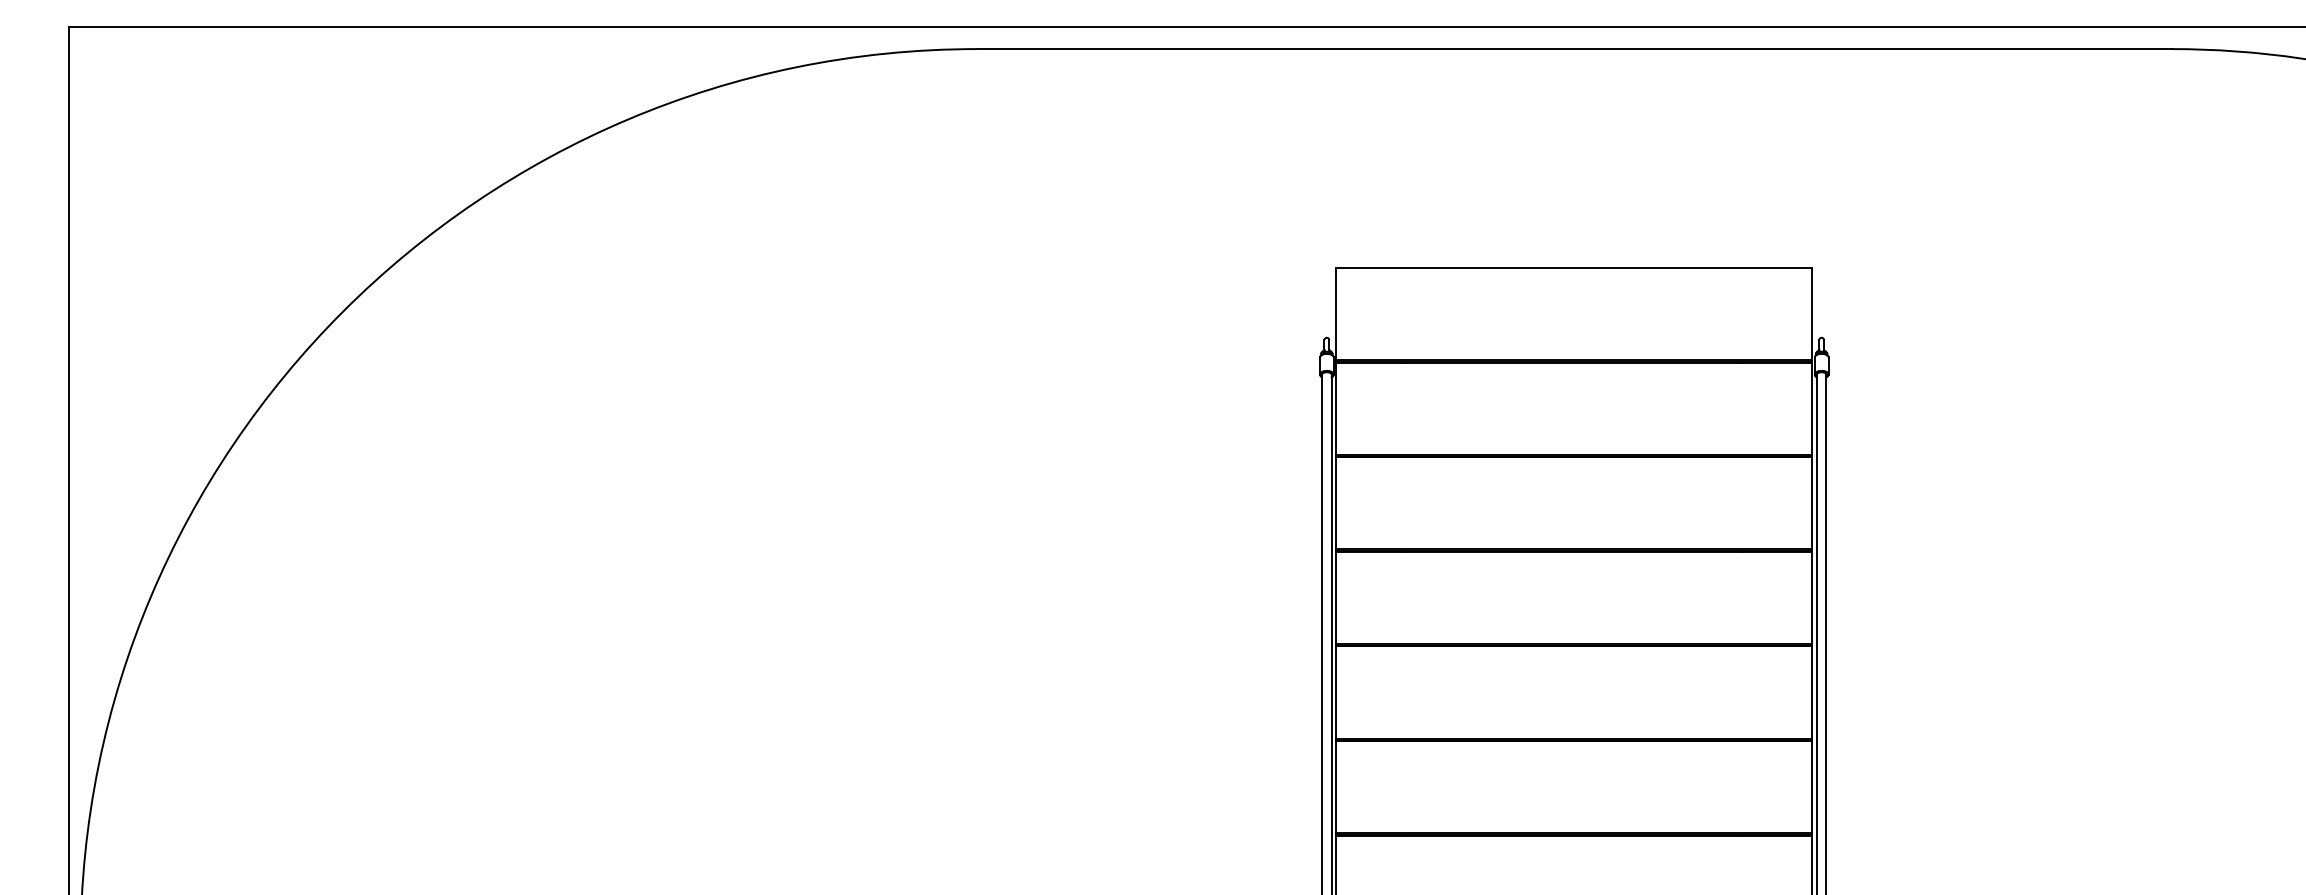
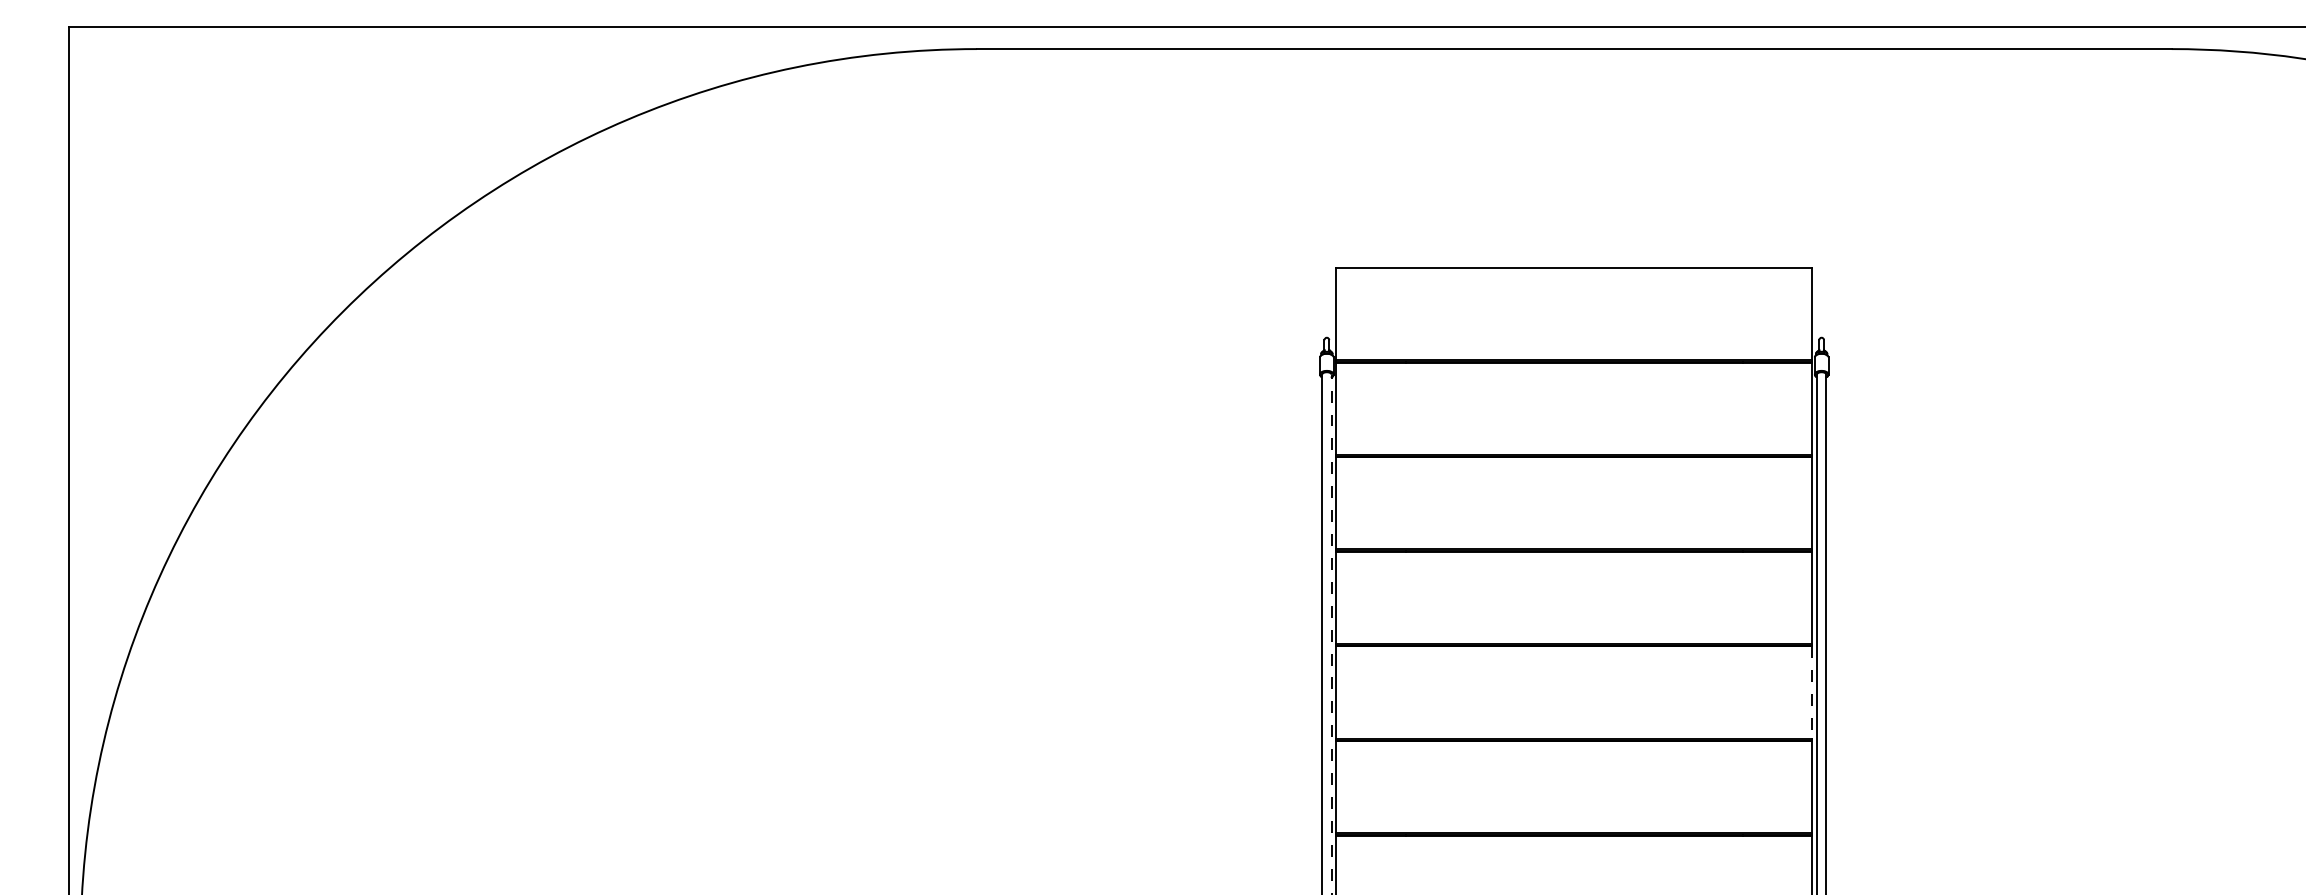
line at (1331, 634): solid -> dashed
line at (1812, 693): solid -> dashed
